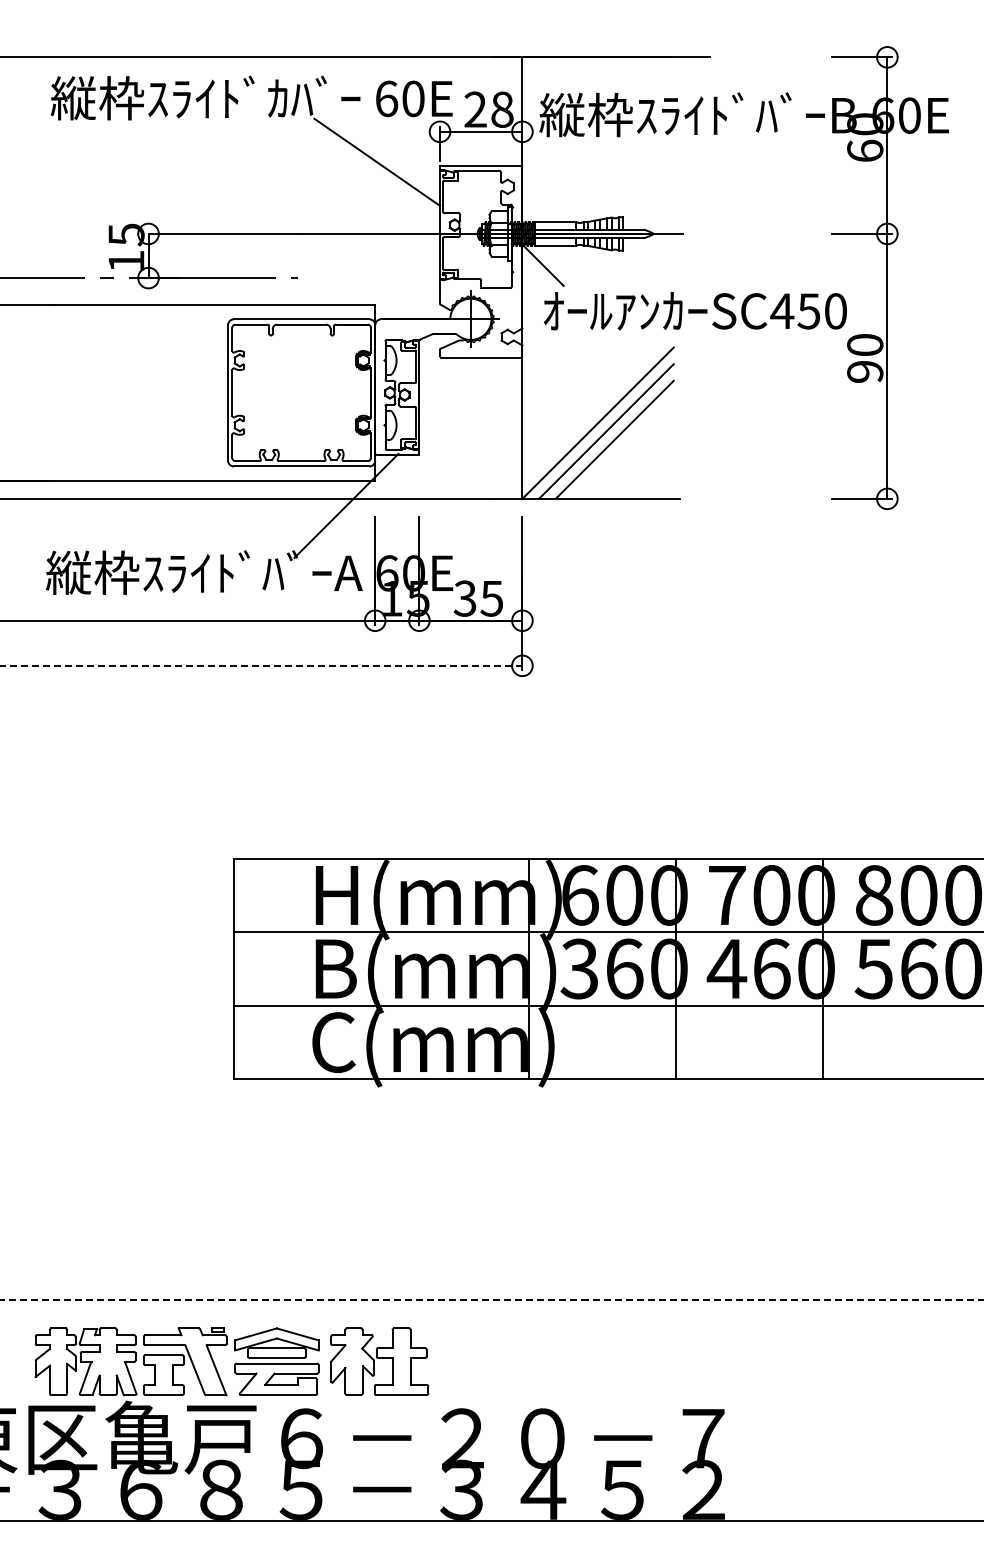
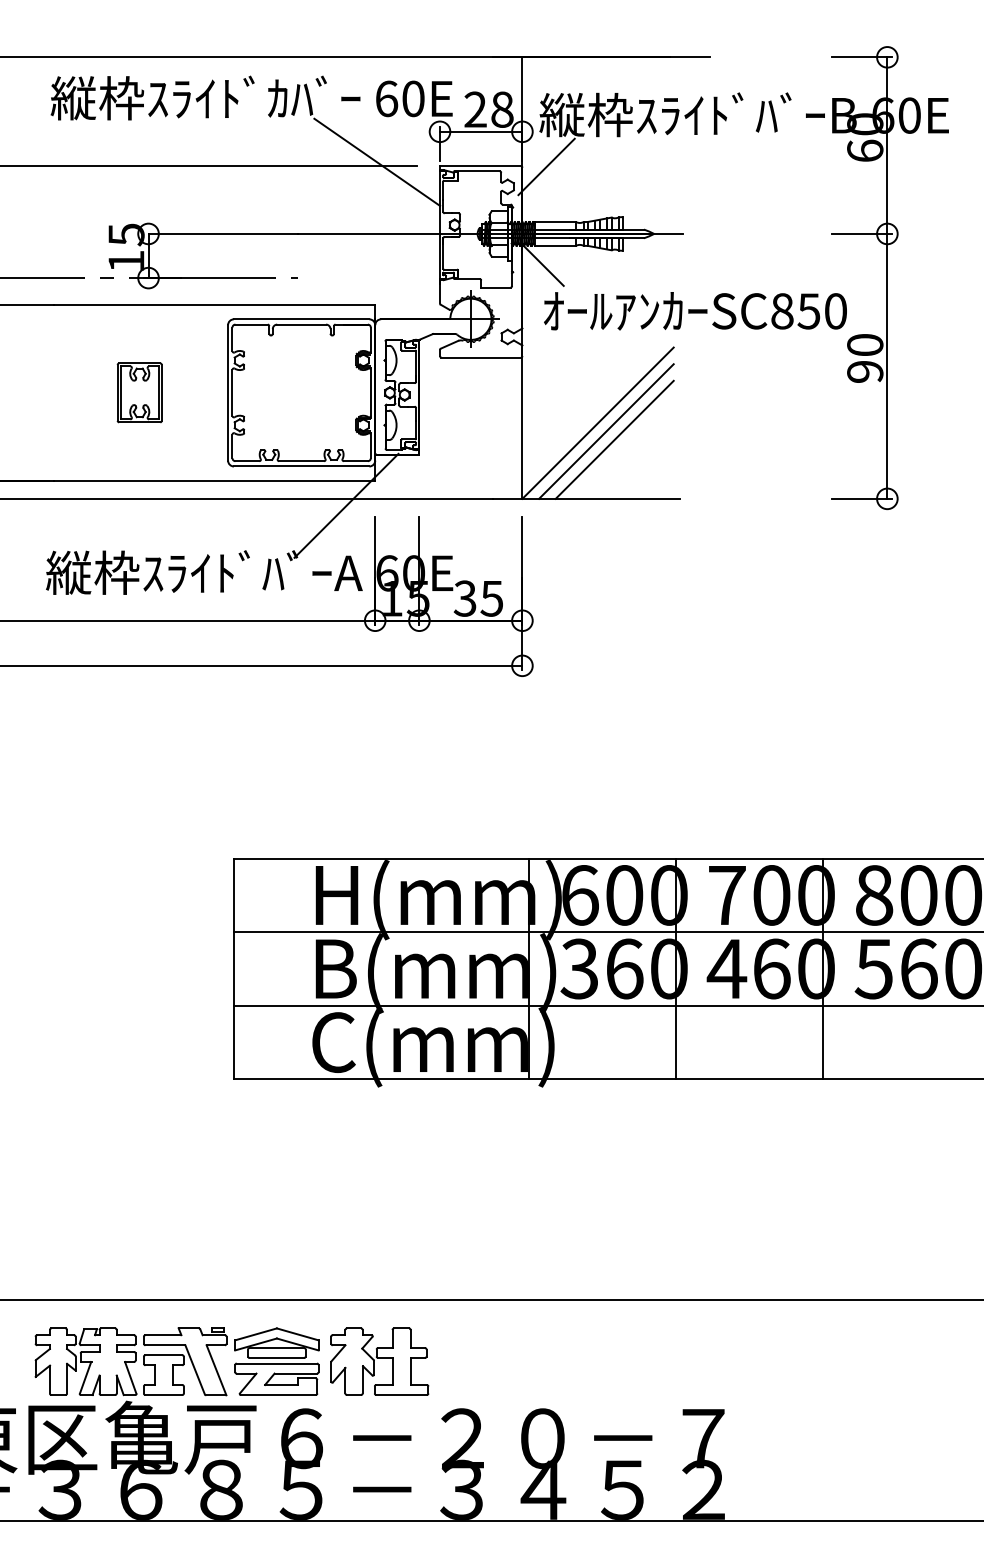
line at (209, 166): none -> present
line at (546, 166): none -> present
text at (782, 311): SC450 -> SC850
part at (139, 392): none -> present
line at (261, 665): dashed -> solid
line at (491, 1300): dashed -> solid
